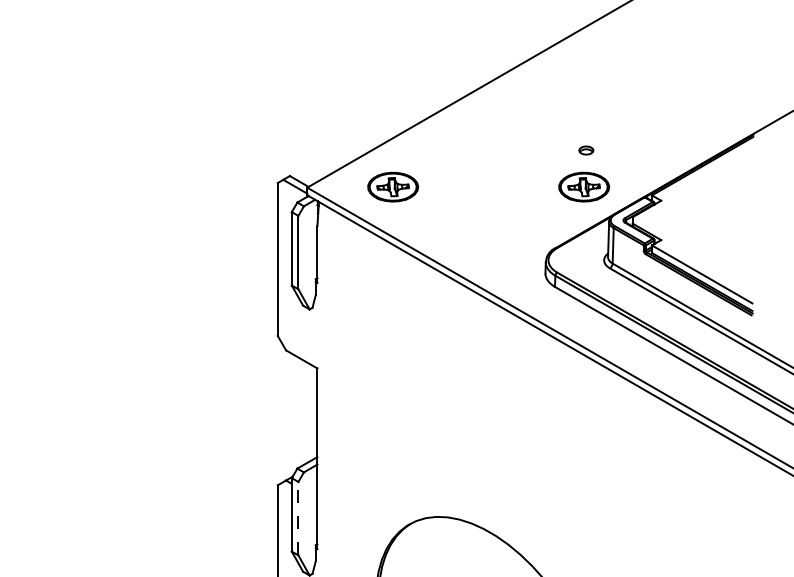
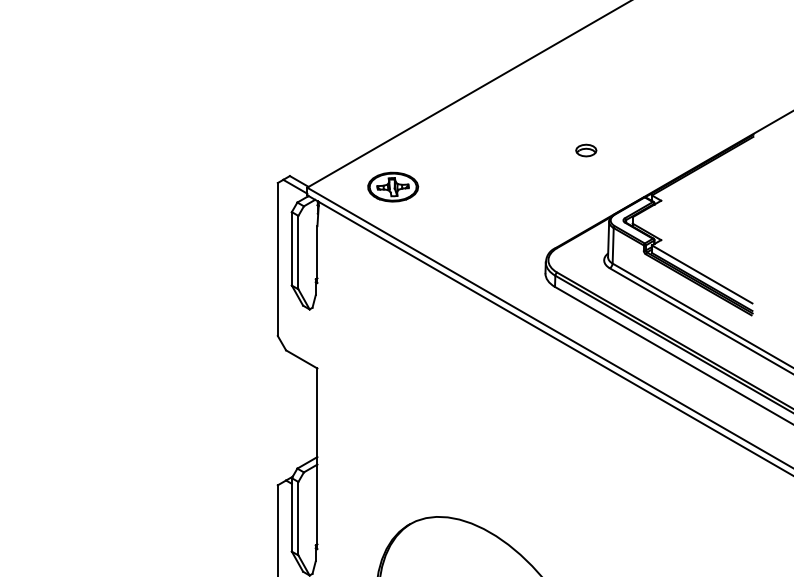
part at (586, 150) size: 17x11 px -> 23x15 px
part at (584, 186): present -> none
line at (298, 518): dashed -> solid
